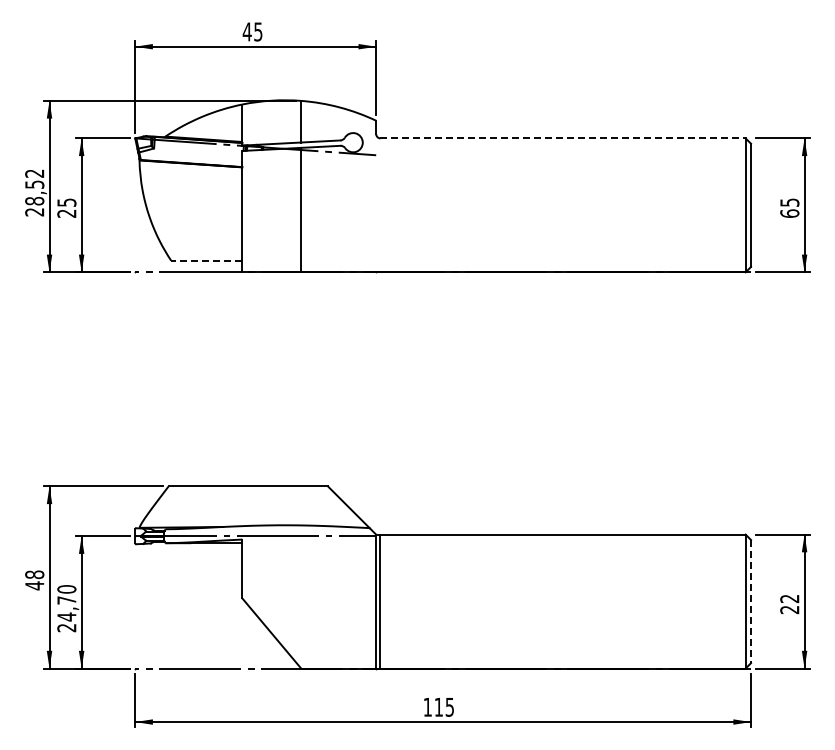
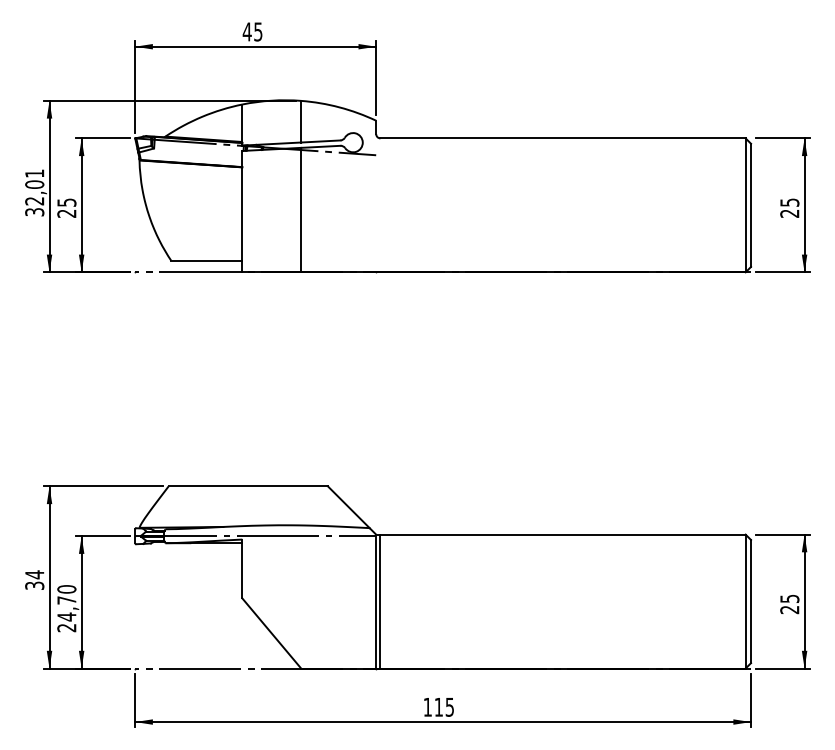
line at (563, 138): dashed -> solid
text at (34, 192): 28,52 -> 32,01
text at (789, 213): 65 -> 25
line at (206, 260): dashed -> solid
text at (34, 580): 48 -> 34
text at (789, 598): 22 -> 25
line at (751, 601): dashed -> solid
